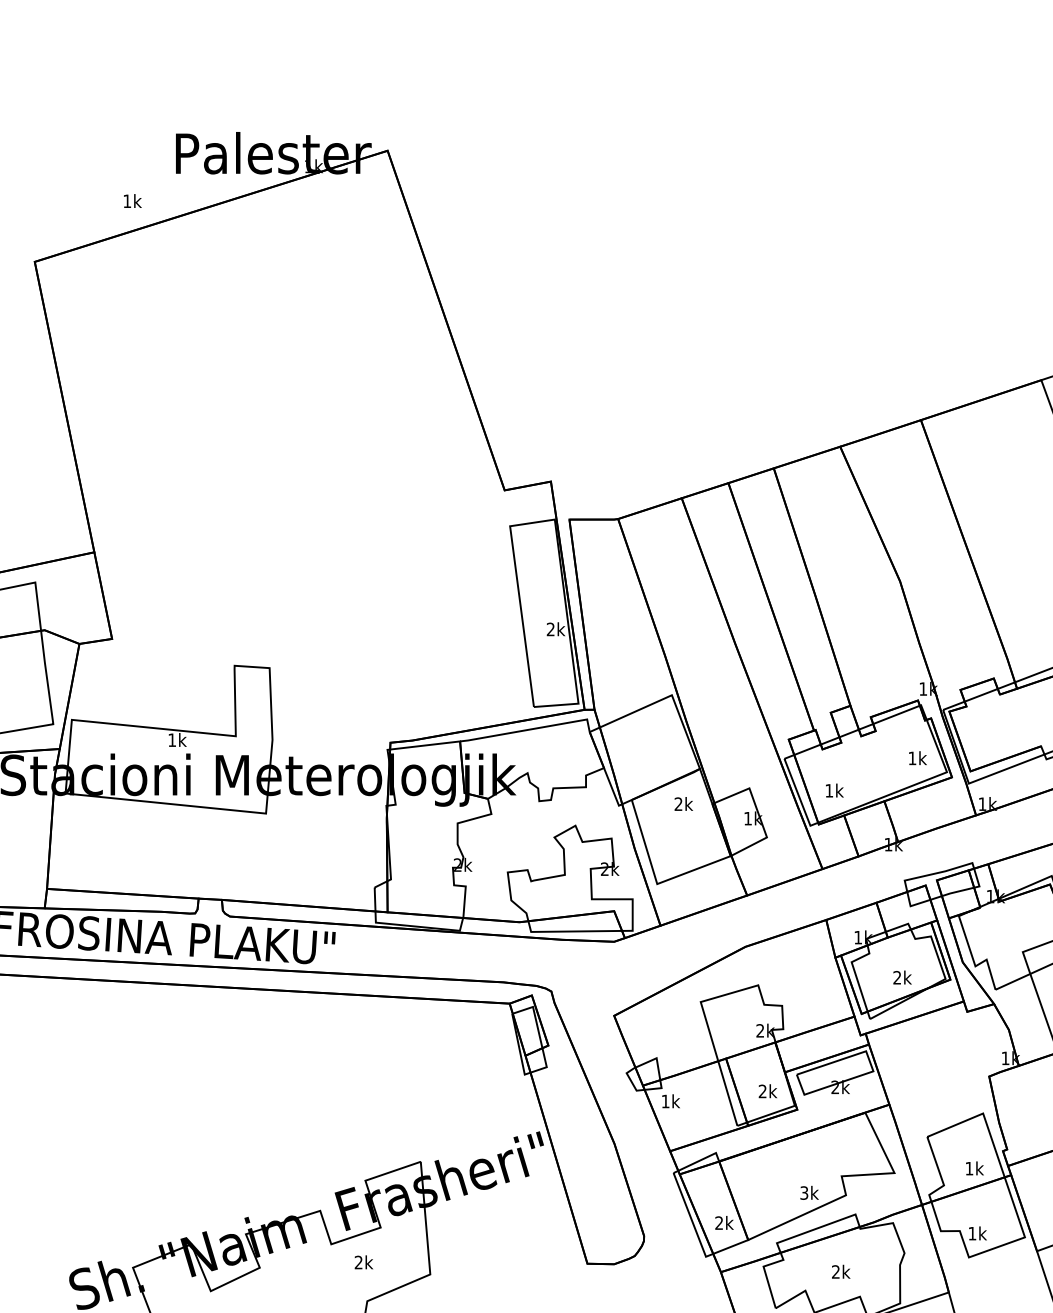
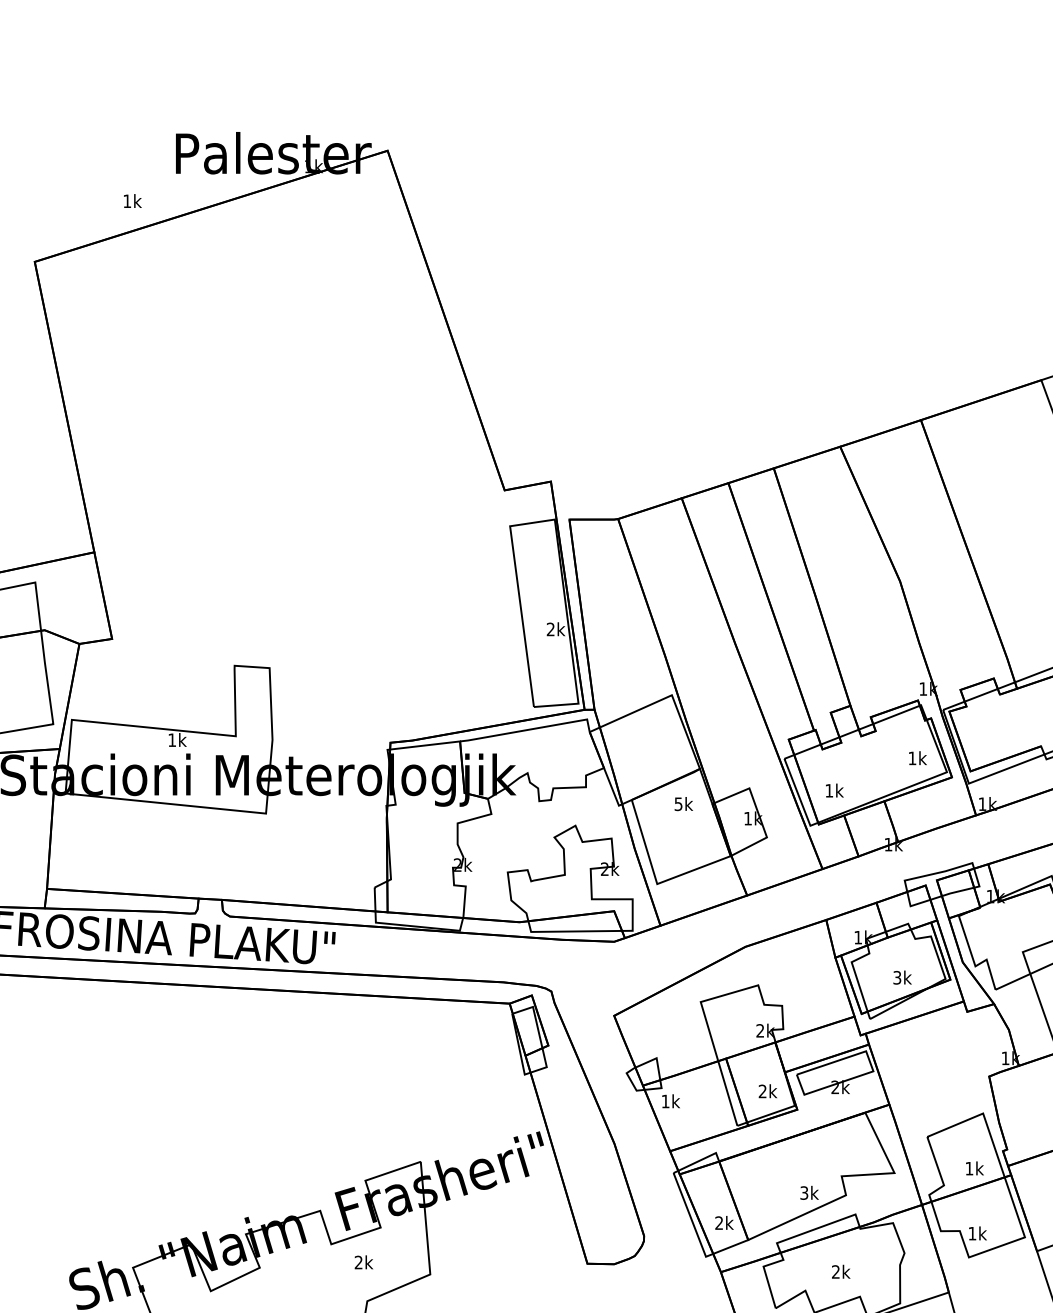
text at (678, 804): 2k -> 5k
text at (897, 977): 2k -> 3k
